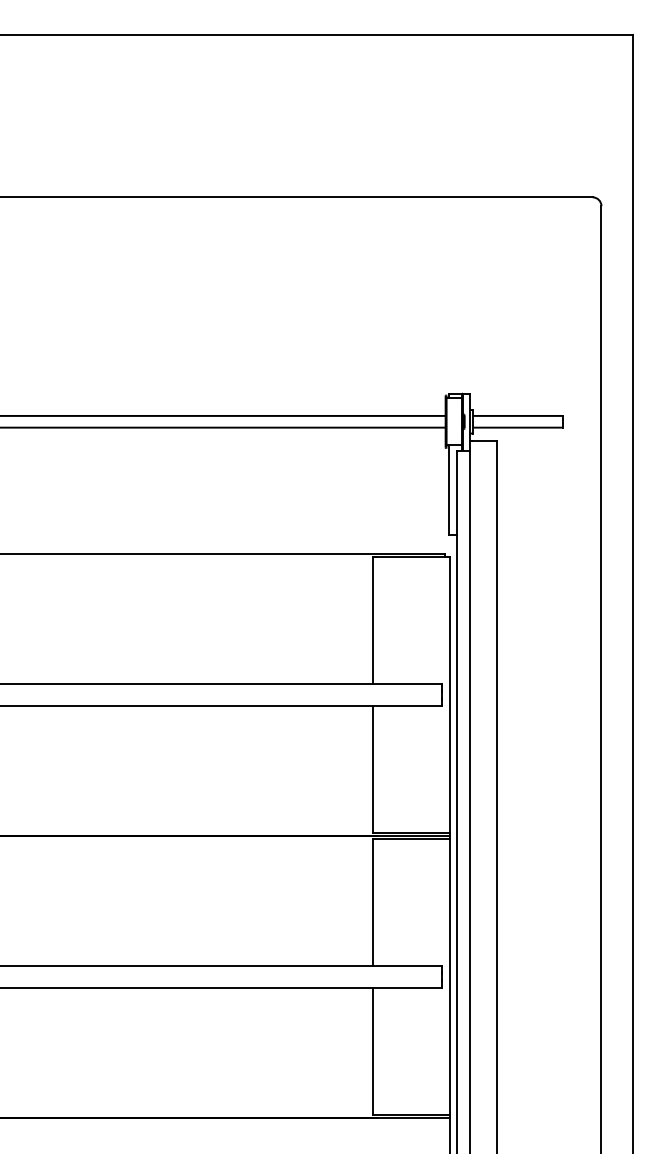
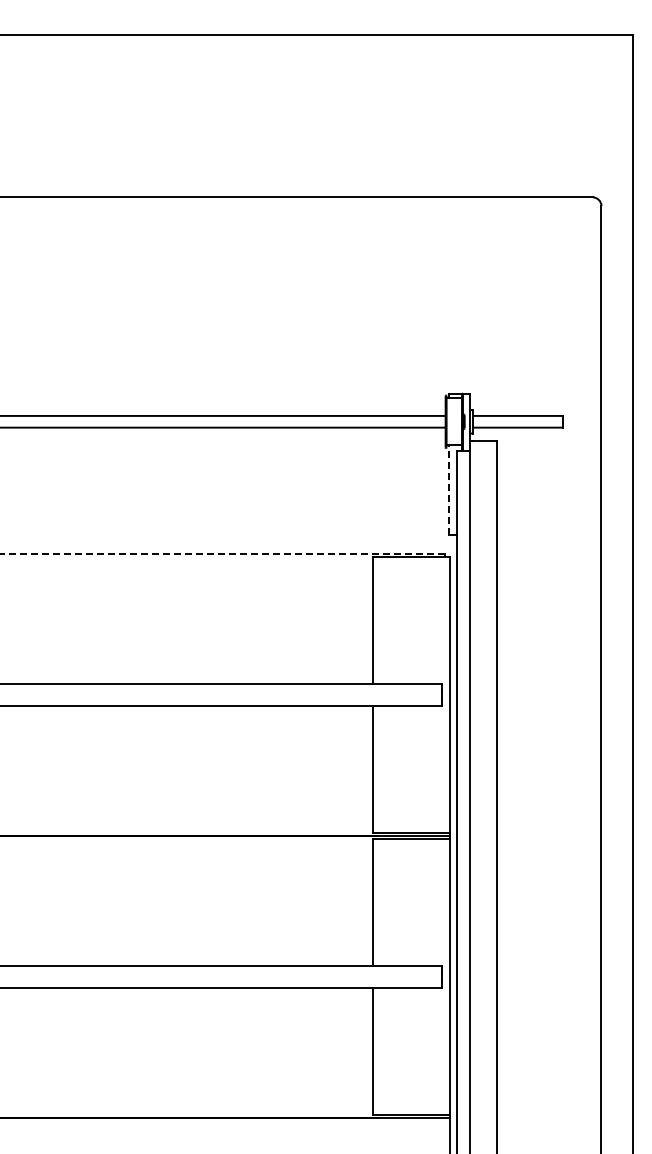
line at (449, 490): solid -> dashed
line at (221, 554): solid -> dashed
